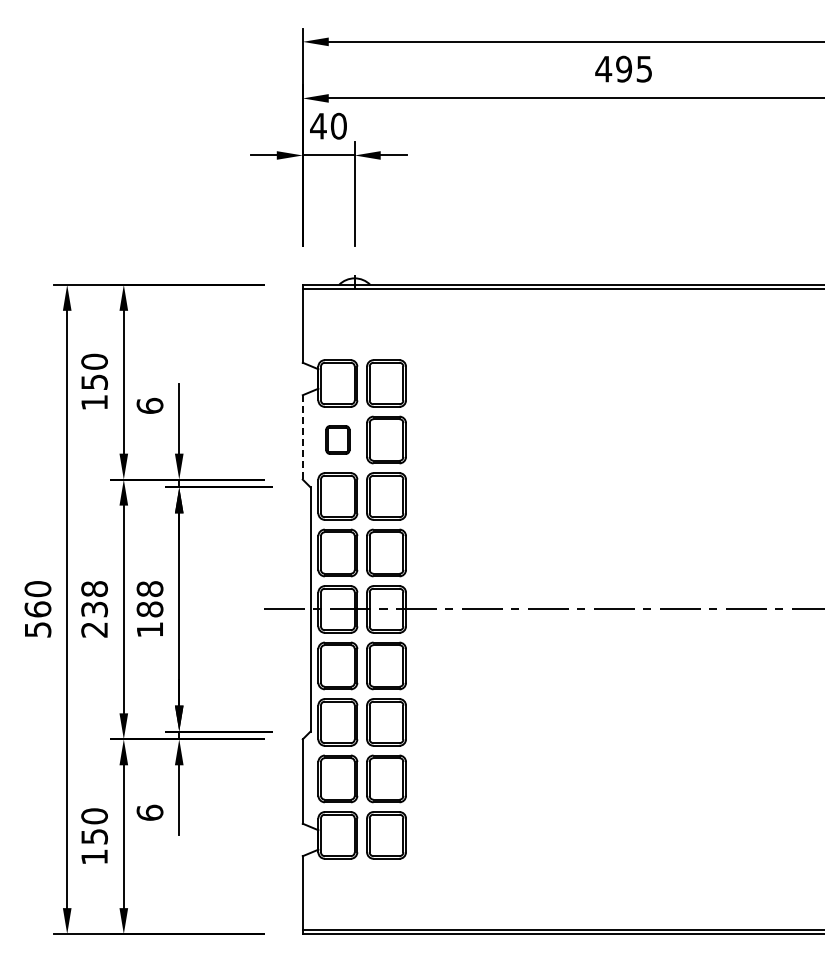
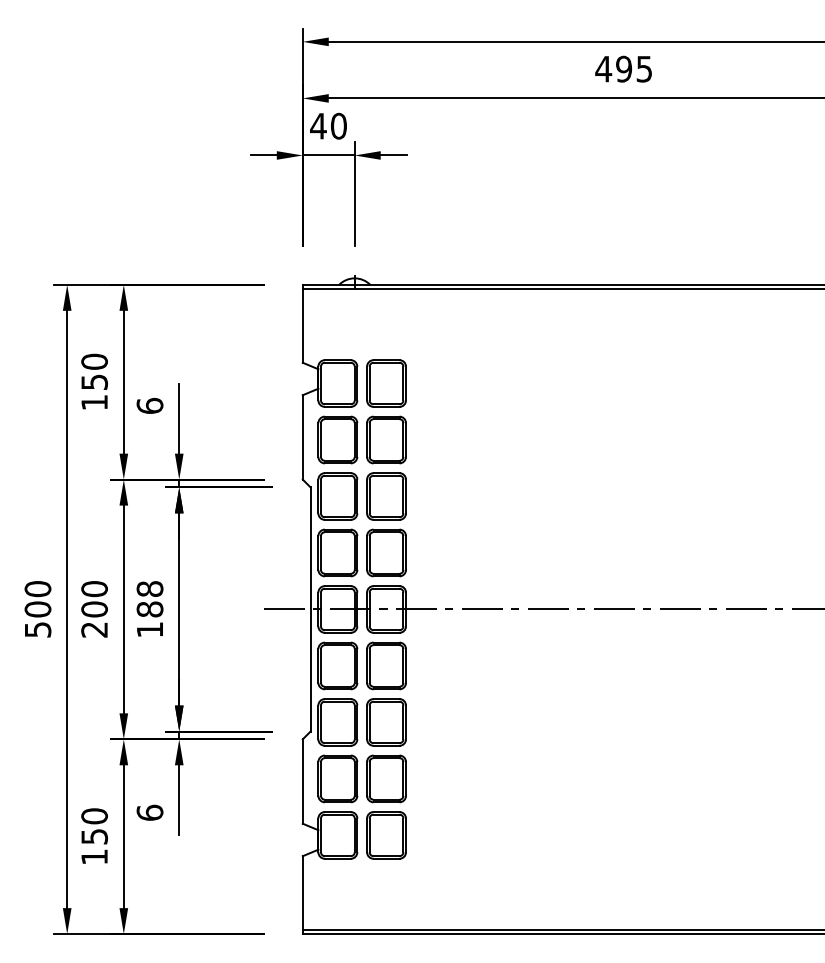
line at (302, 437): dashed -> solid
part at (337, 439) size: 26x30 px -> 42x50 px
text at (94, 599): 238 -> 200
text at (37, 609): 560 -> 500
